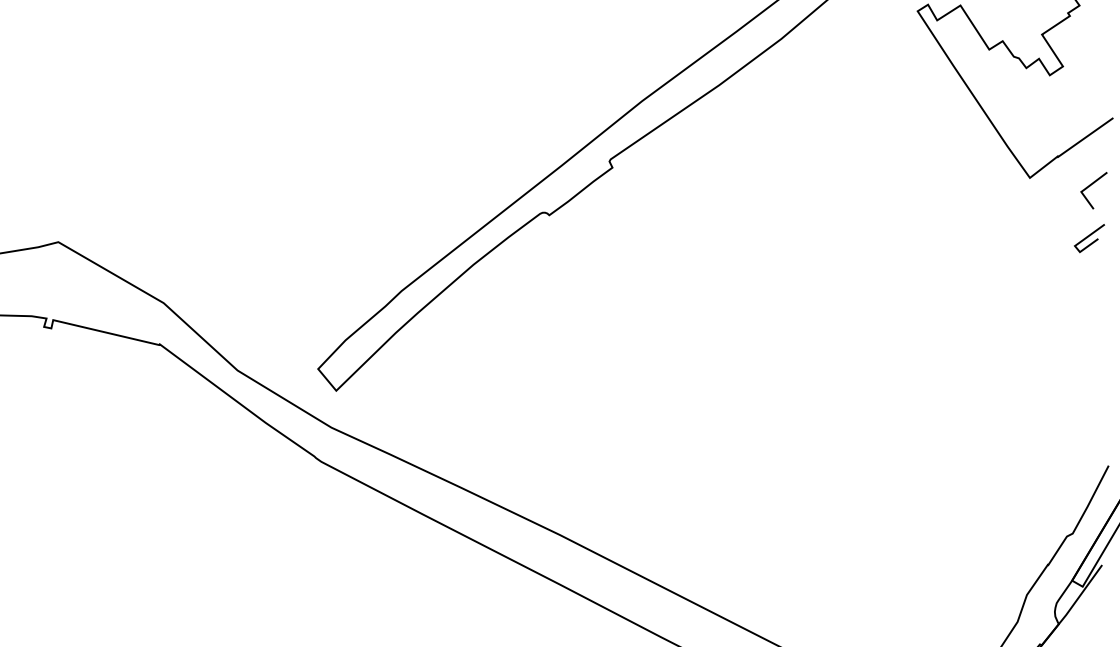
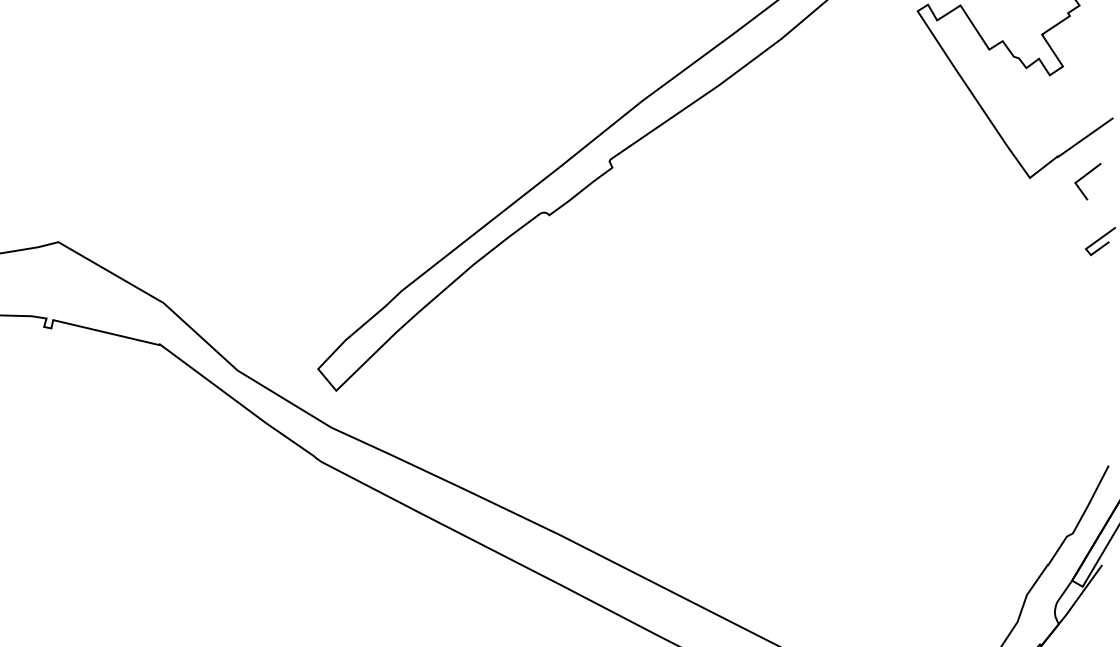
line at (1090, 186) position: (1090, 186) -> (1084, 177)
line at (1088, 237) position: (1088, 237) -> (1099, 240)
